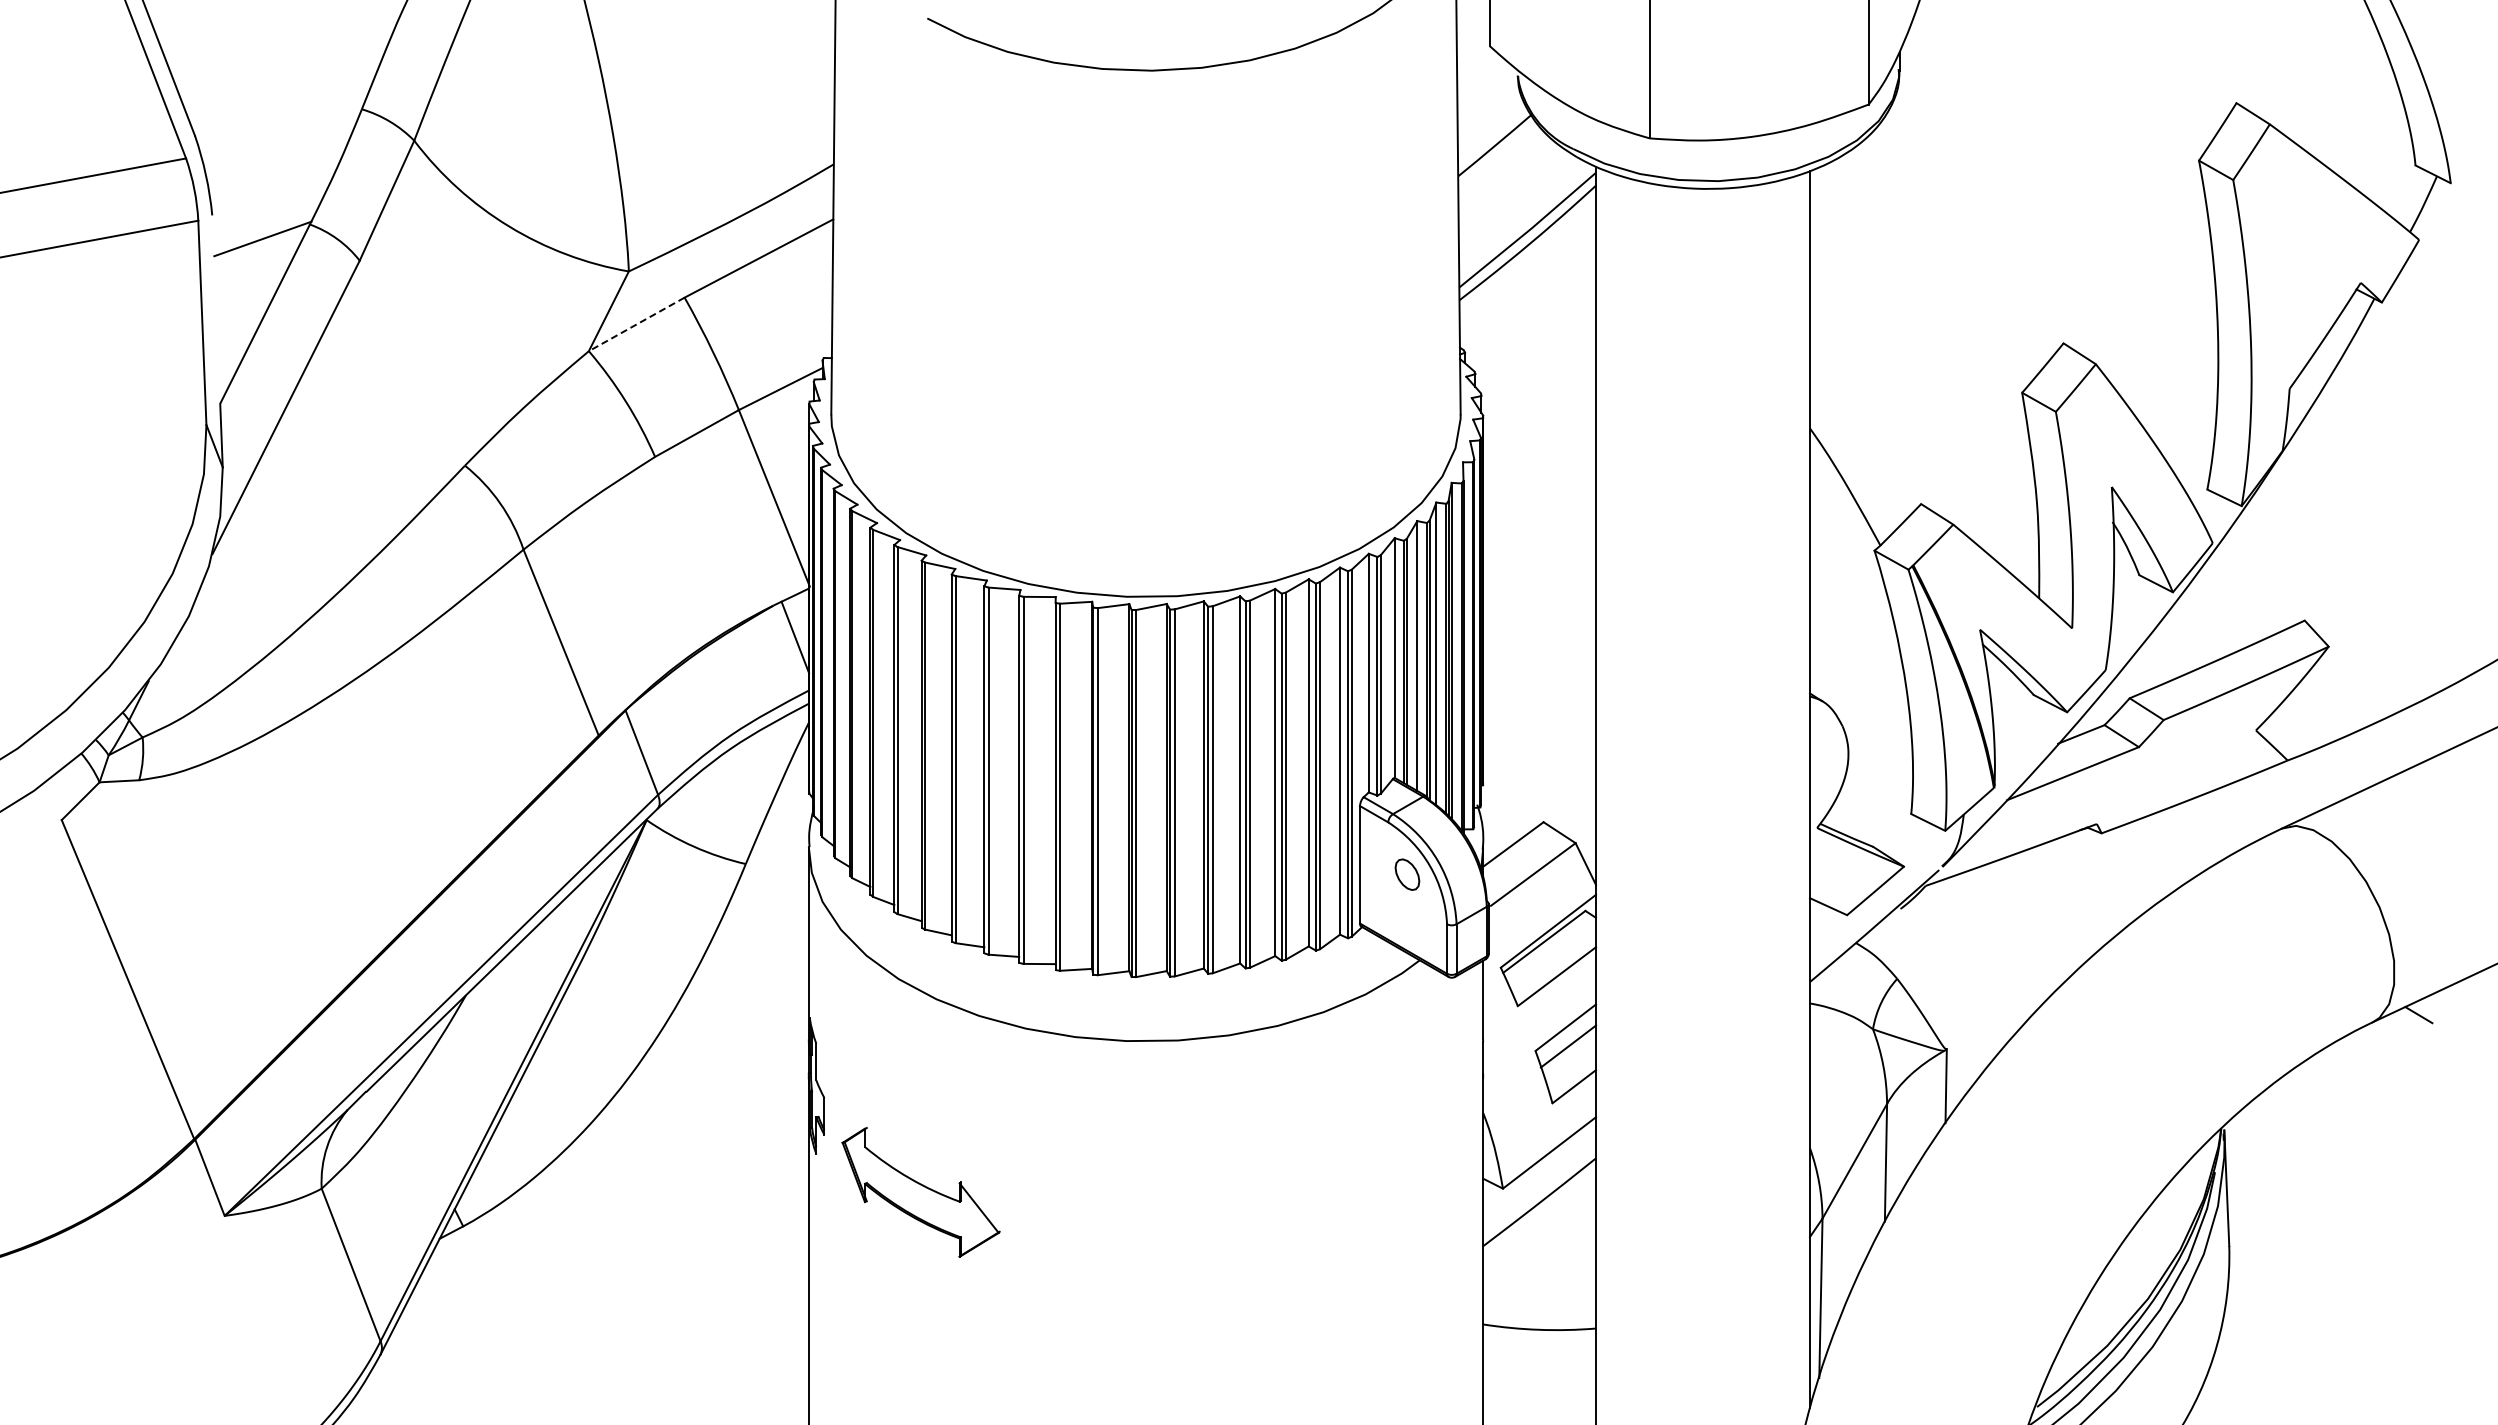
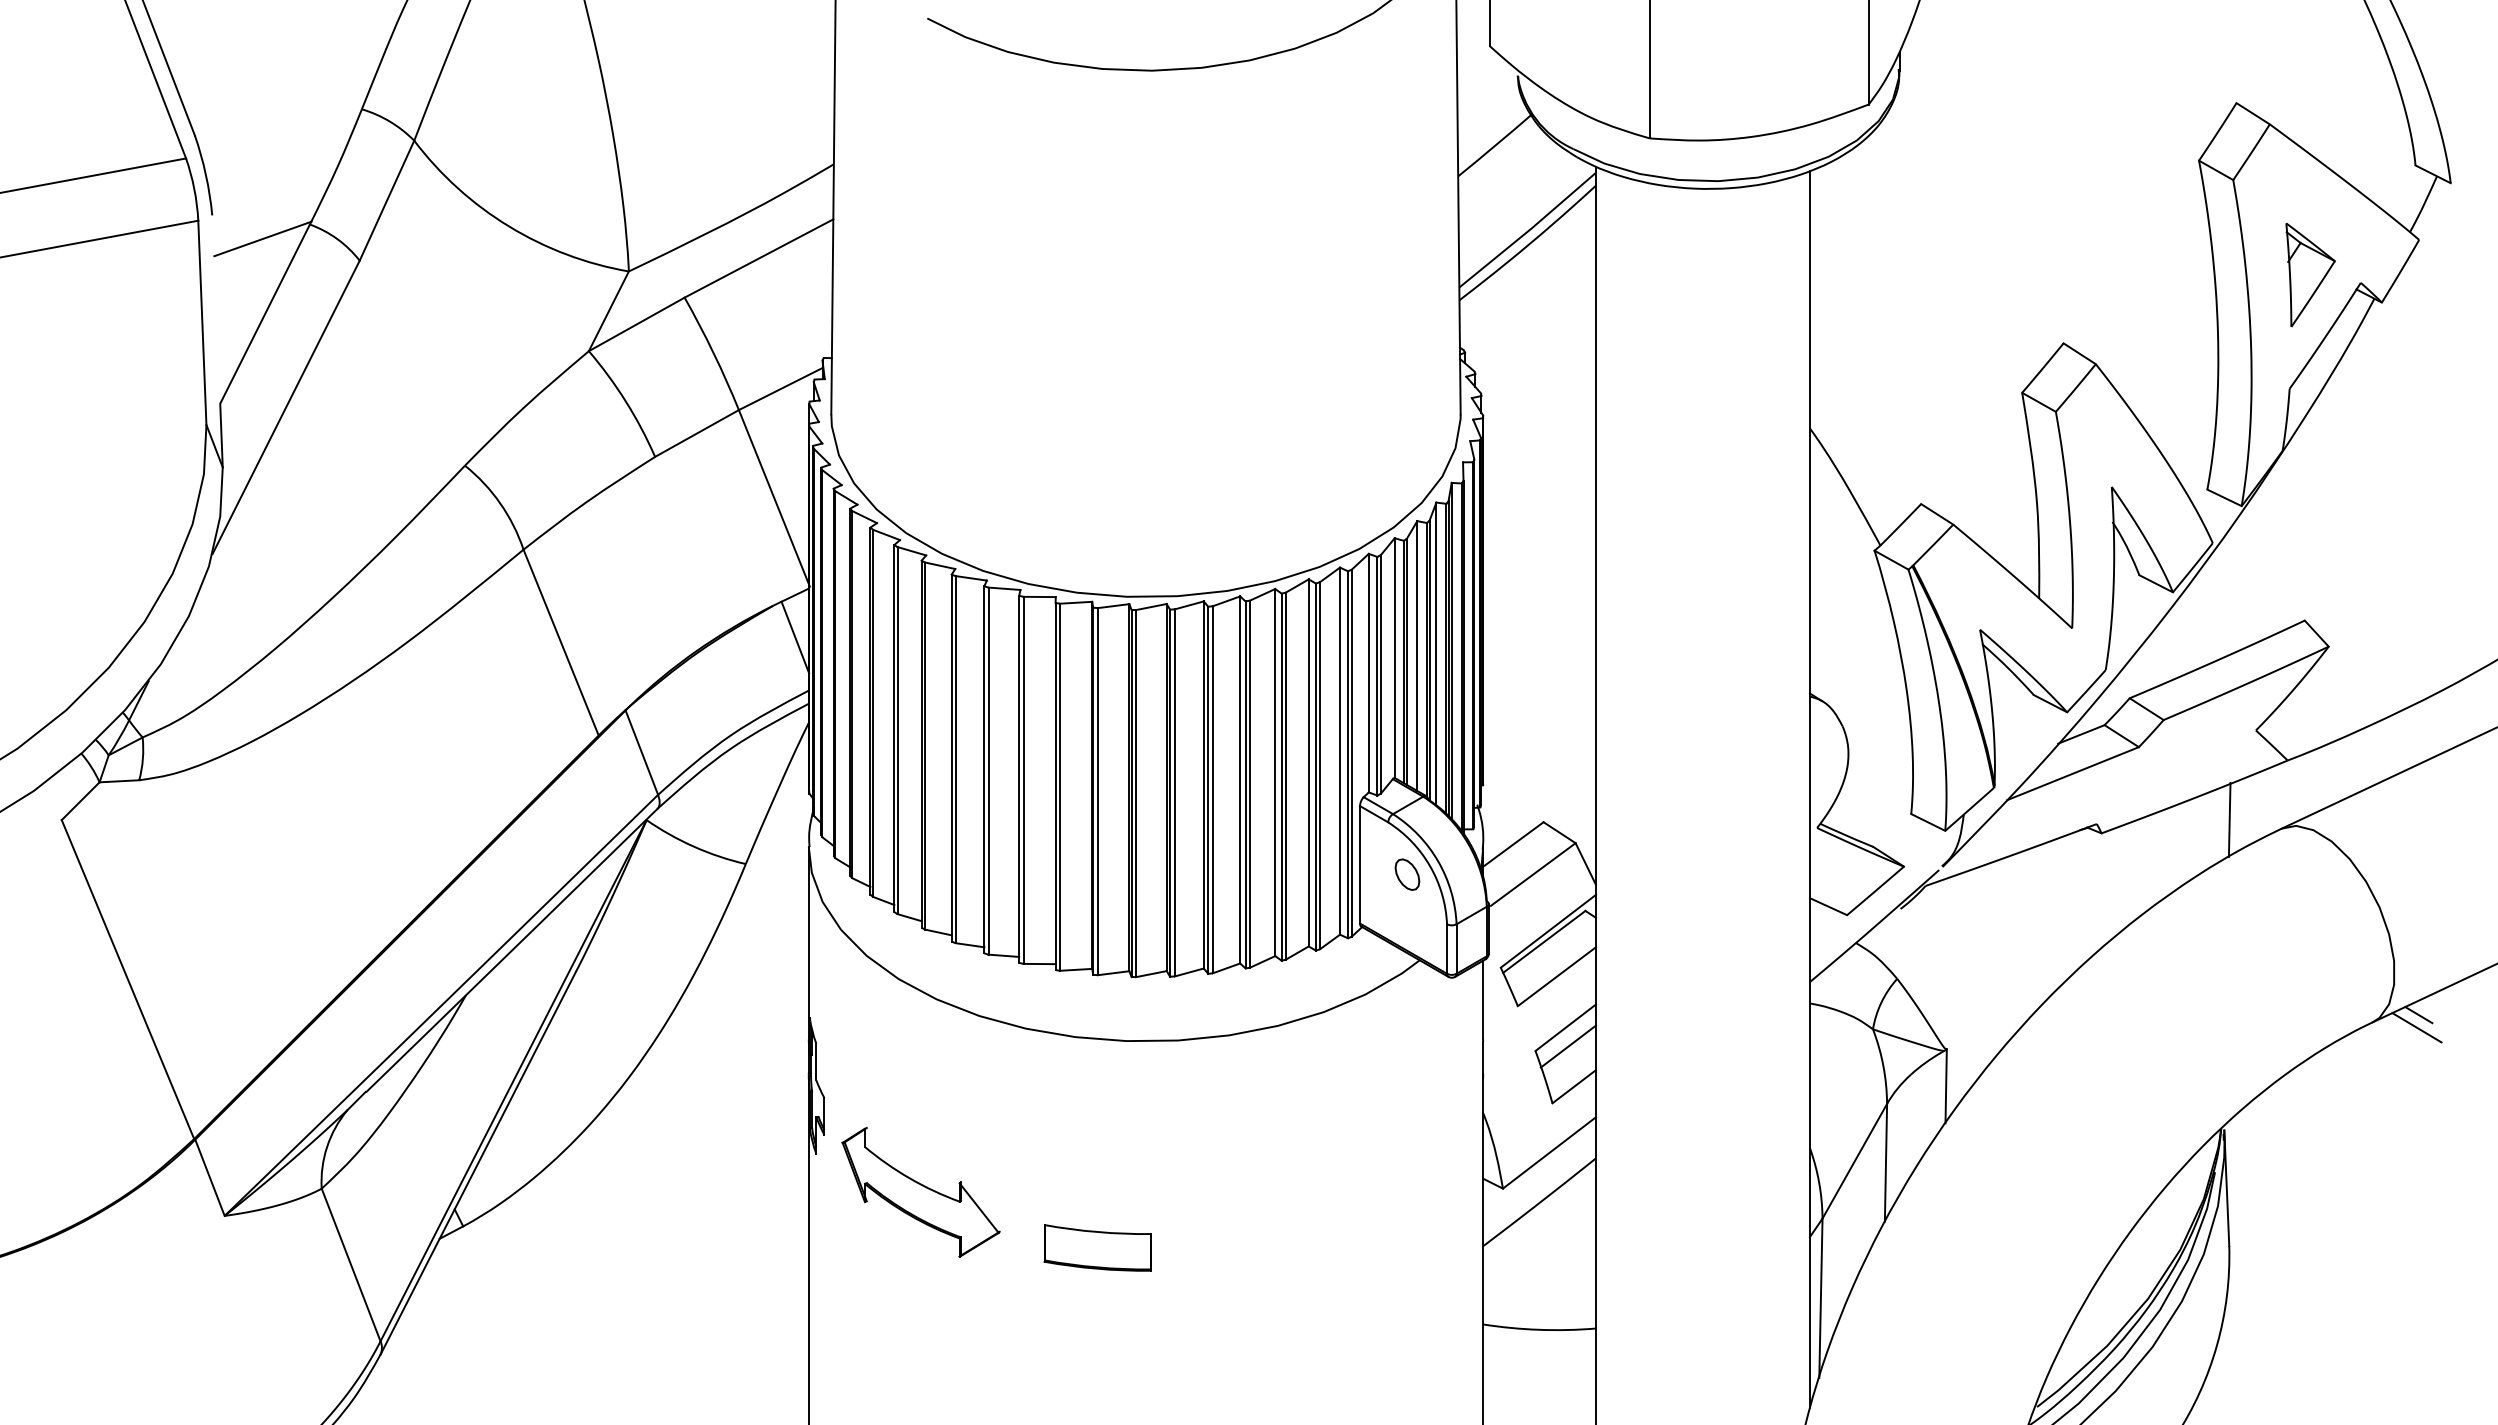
part at (2310, 275): none -> present
line at (636, 324): dashed -> solid
line at (2229, 819): none -> present
line at (2416, 1027): none -> present
part at (1097, 1247): none -> present
